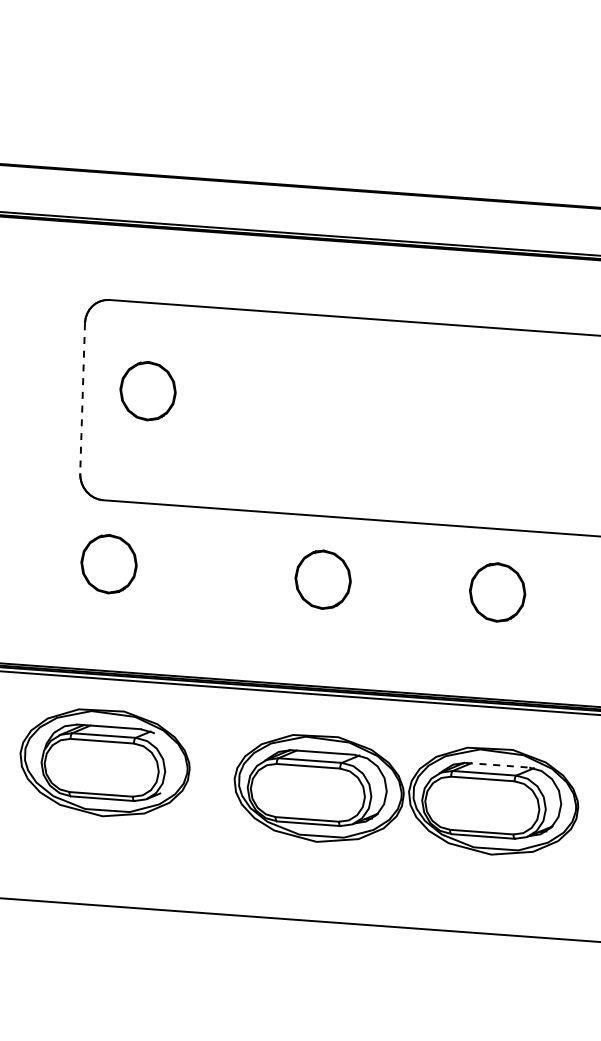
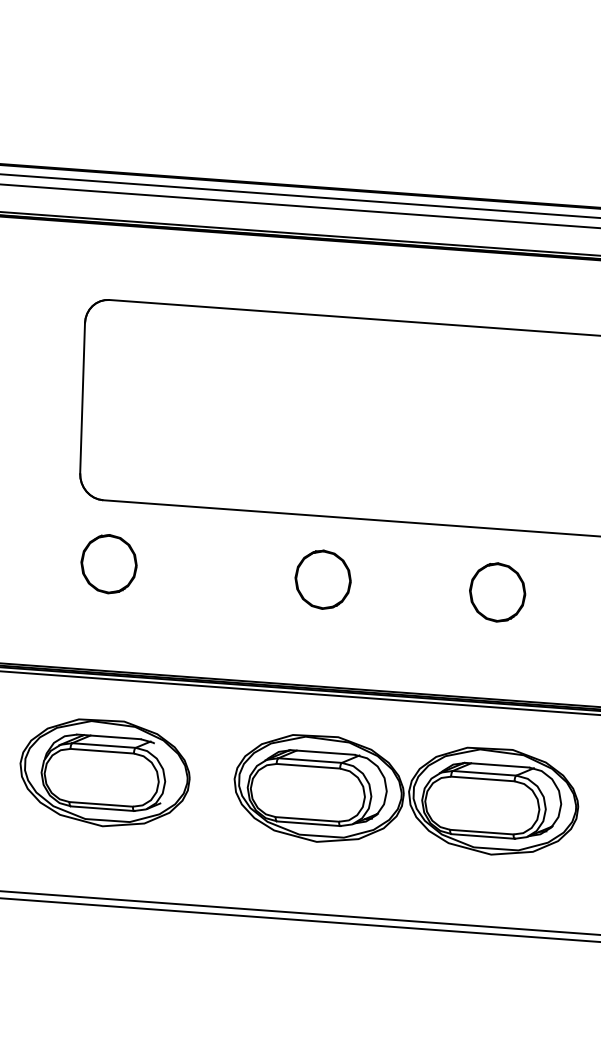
line at (299, 195): none -> present
line at (299, 205): none -> present
part at (147, 391): present -> none
line at (82, 398): dashed -> solid
part at (104, 762) position: (104, 762) -> (104, 772)
line at (497, 765): dashed -> solid
line at (299, 912): none -> present
